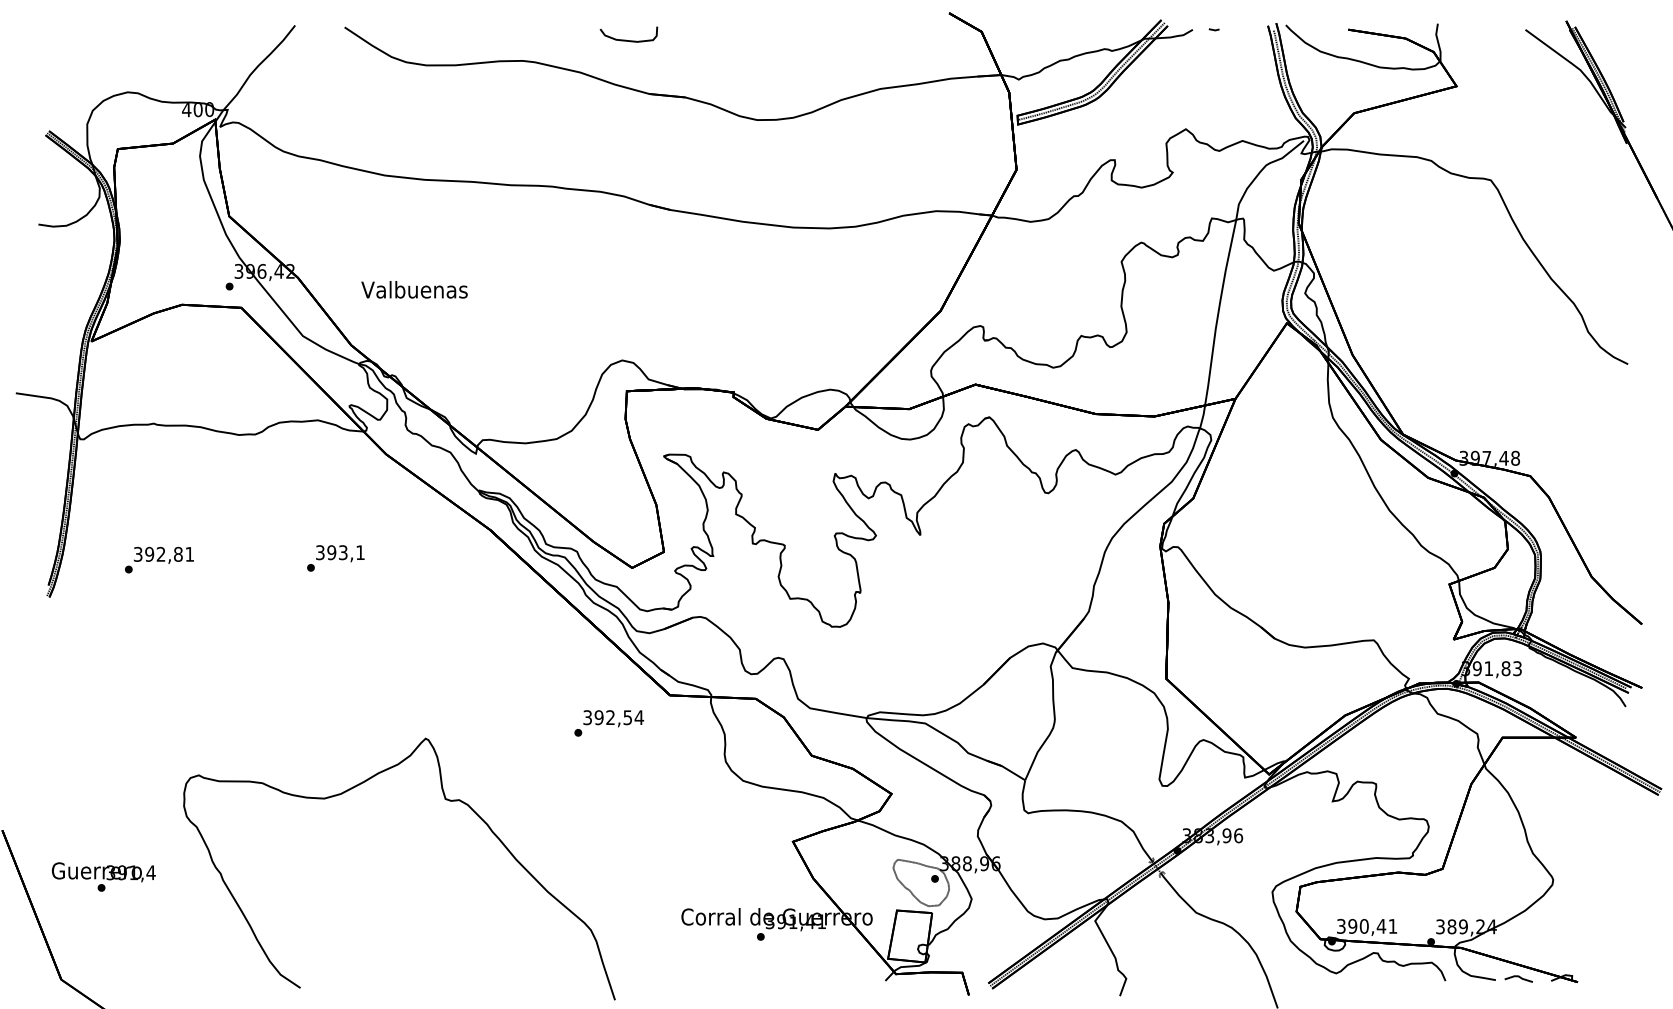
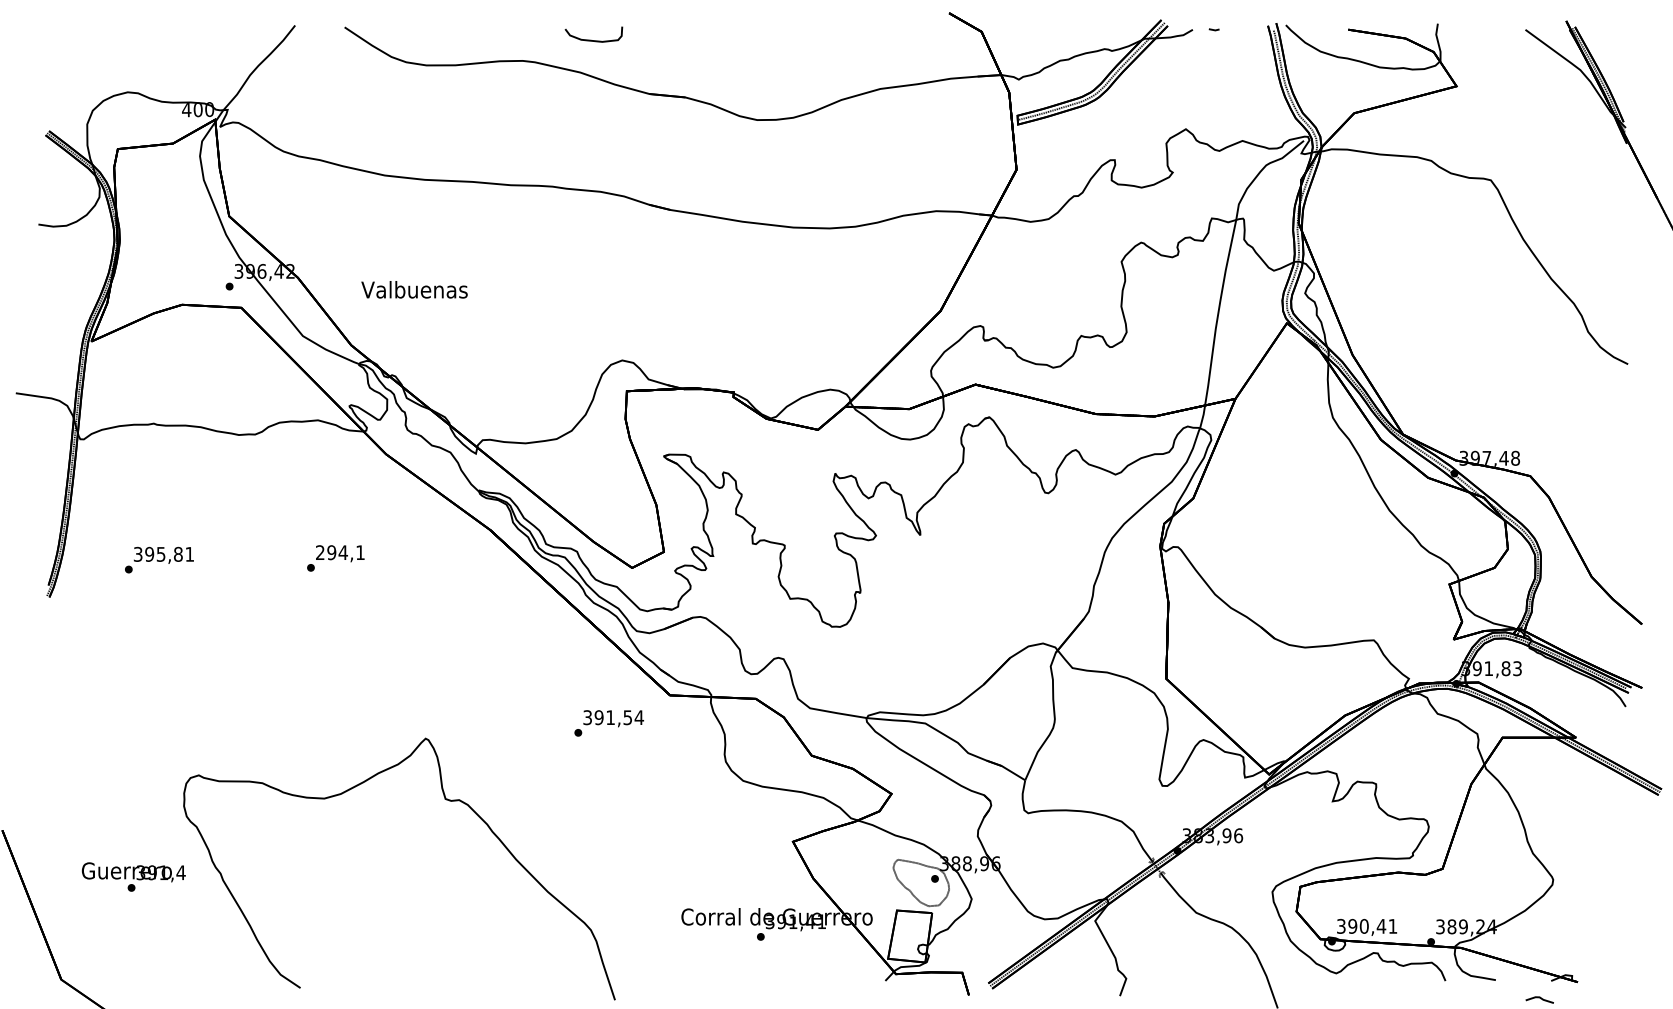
part at (628, 34) position: (628, 34) -> (593, 34)
text at (331, 552): 393,1 -> 294,1
text at (160, 553): 392,81 -> 395,81
text at (610, 717): 392,54 -> 391,54
text at (103, 876) position: (103, 876) -> (133, 876)
line at (1518, 977) position: (1518, 977) -> (1539, 998)
